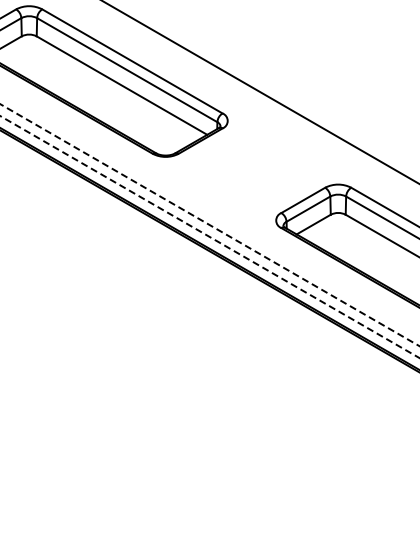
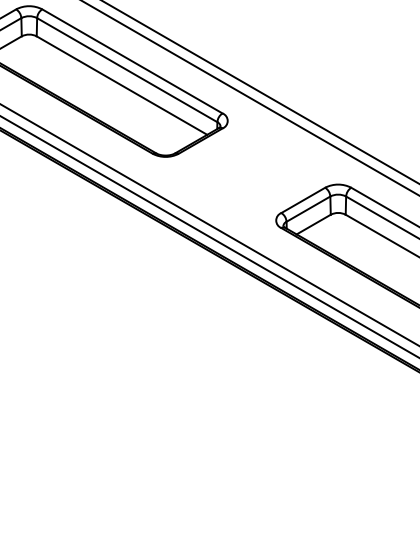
line at (250, 98): none -> present
line at (209, 225): dashed -> solid
line at (209, 236): dashed -> solid
